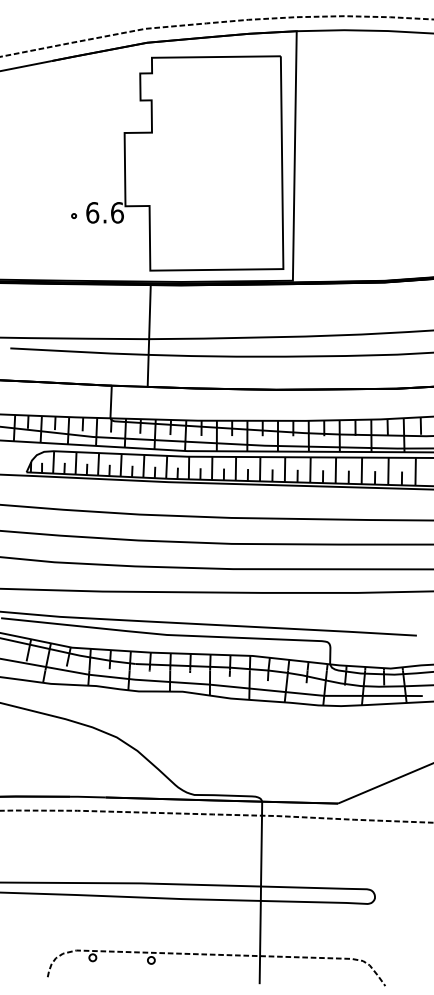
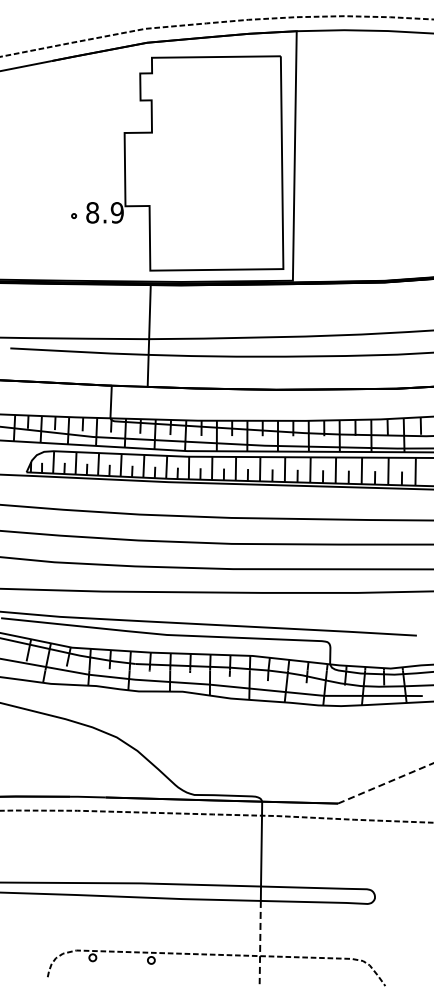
text at (104, 212): 6.6 -> 8.9
line at (385, 783): solid -> dashed
line at (260, 943): solid -> dashed
